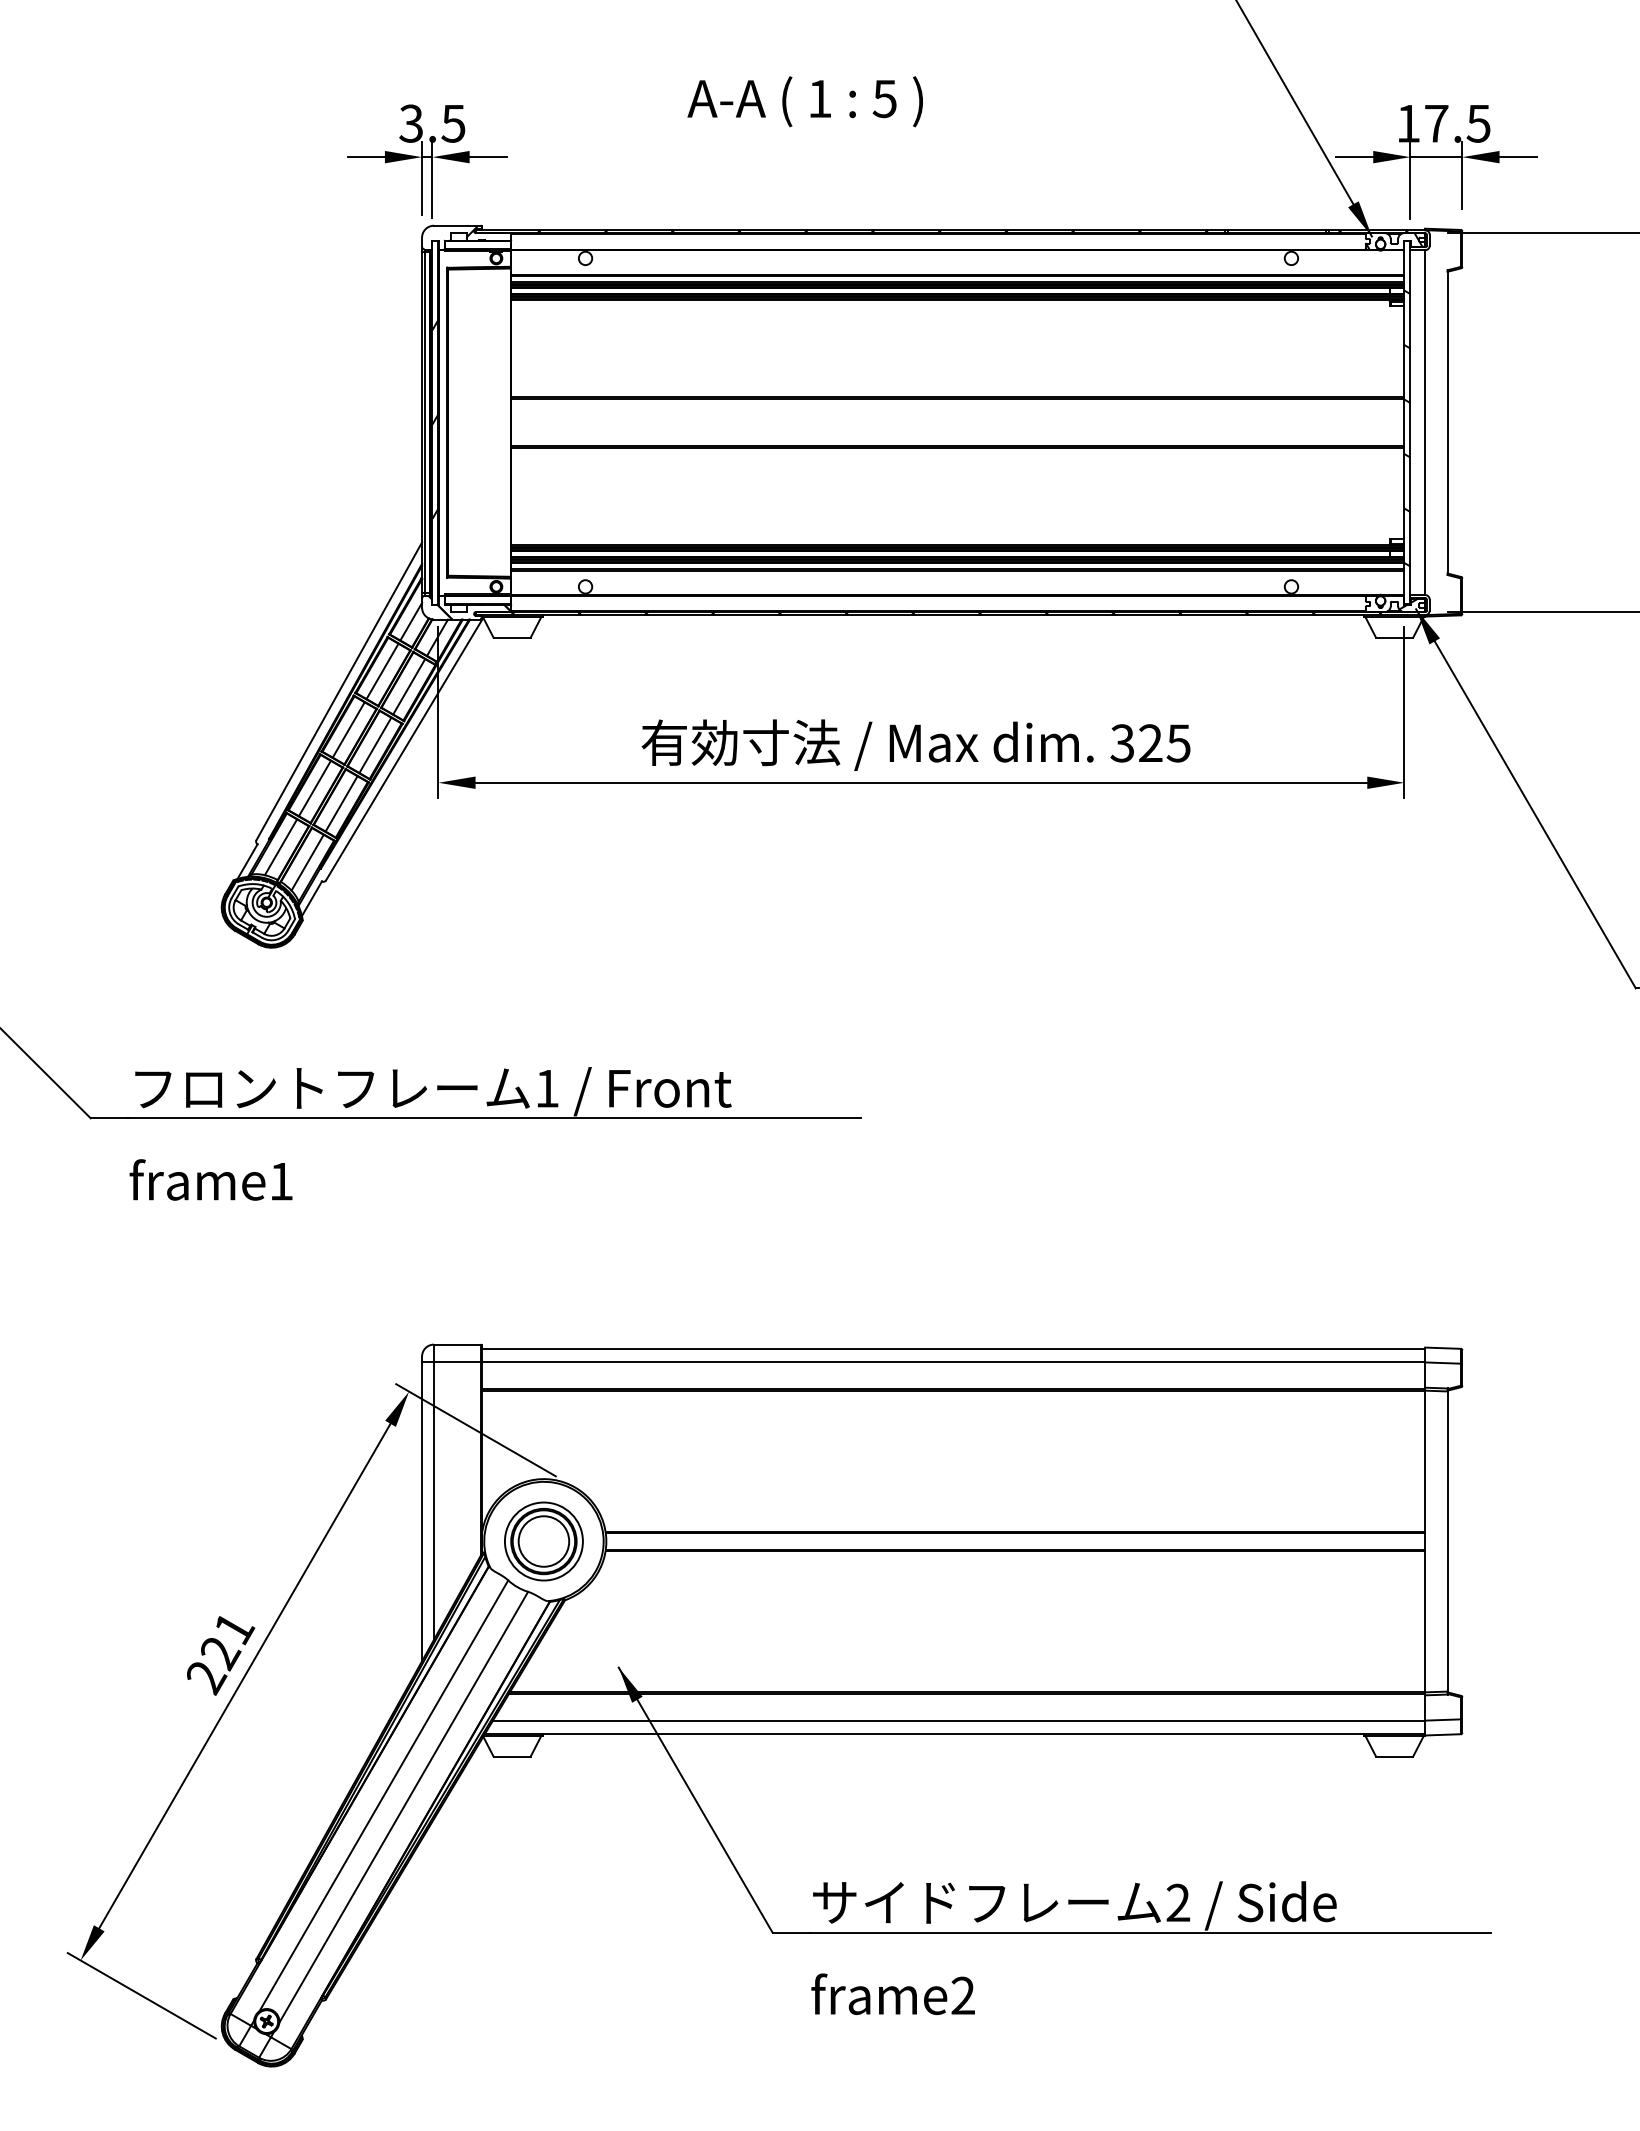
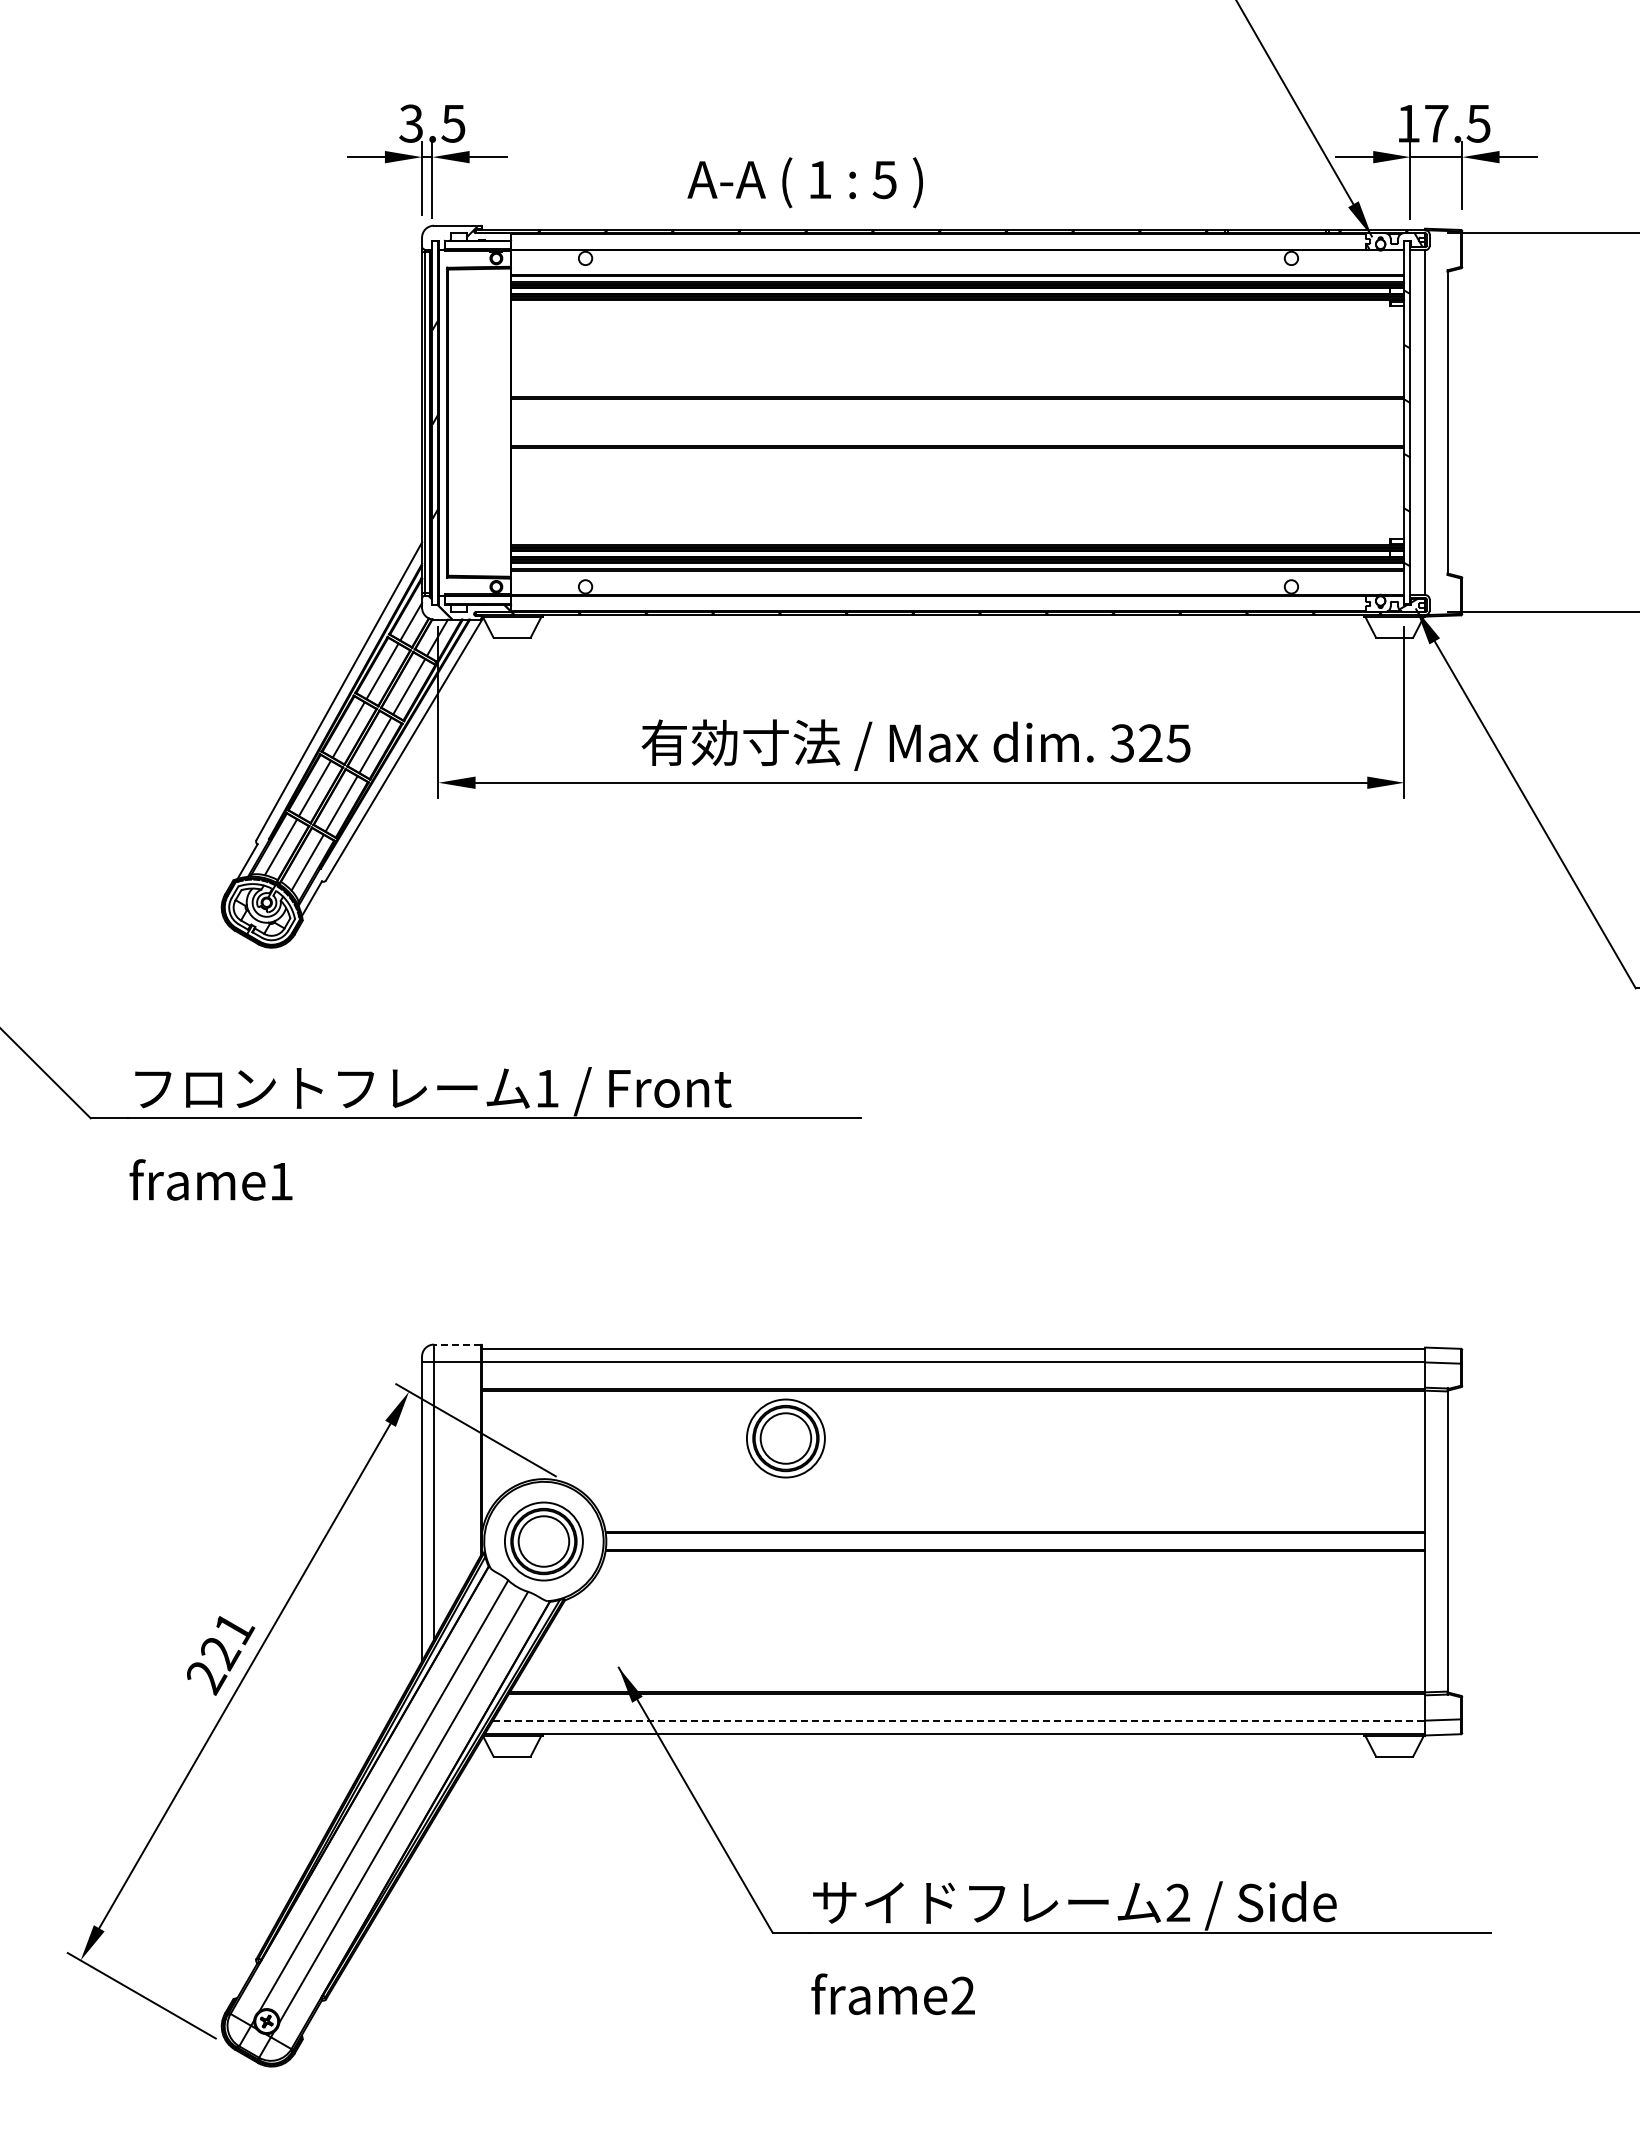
text at (804, 101) position: (804, 101) -> (804, 182)
line at (456, 1344): solid -> dashed
part at (785, 1438): none -> present
line at (959, 1720): solid -> dashed
